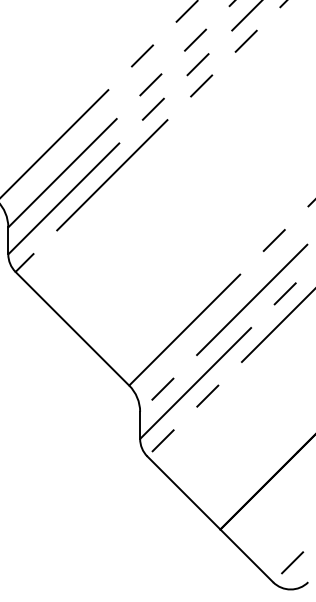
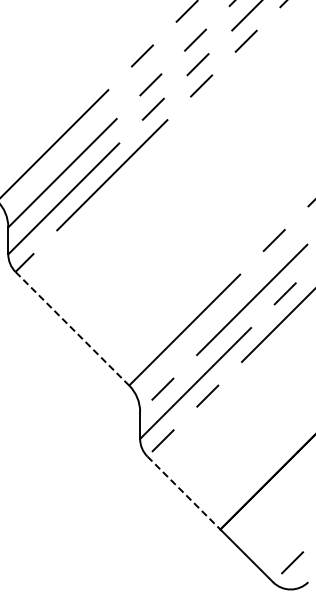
line at (72, 329): solid -> dashed
line at (183, 493): solid -> dashed
